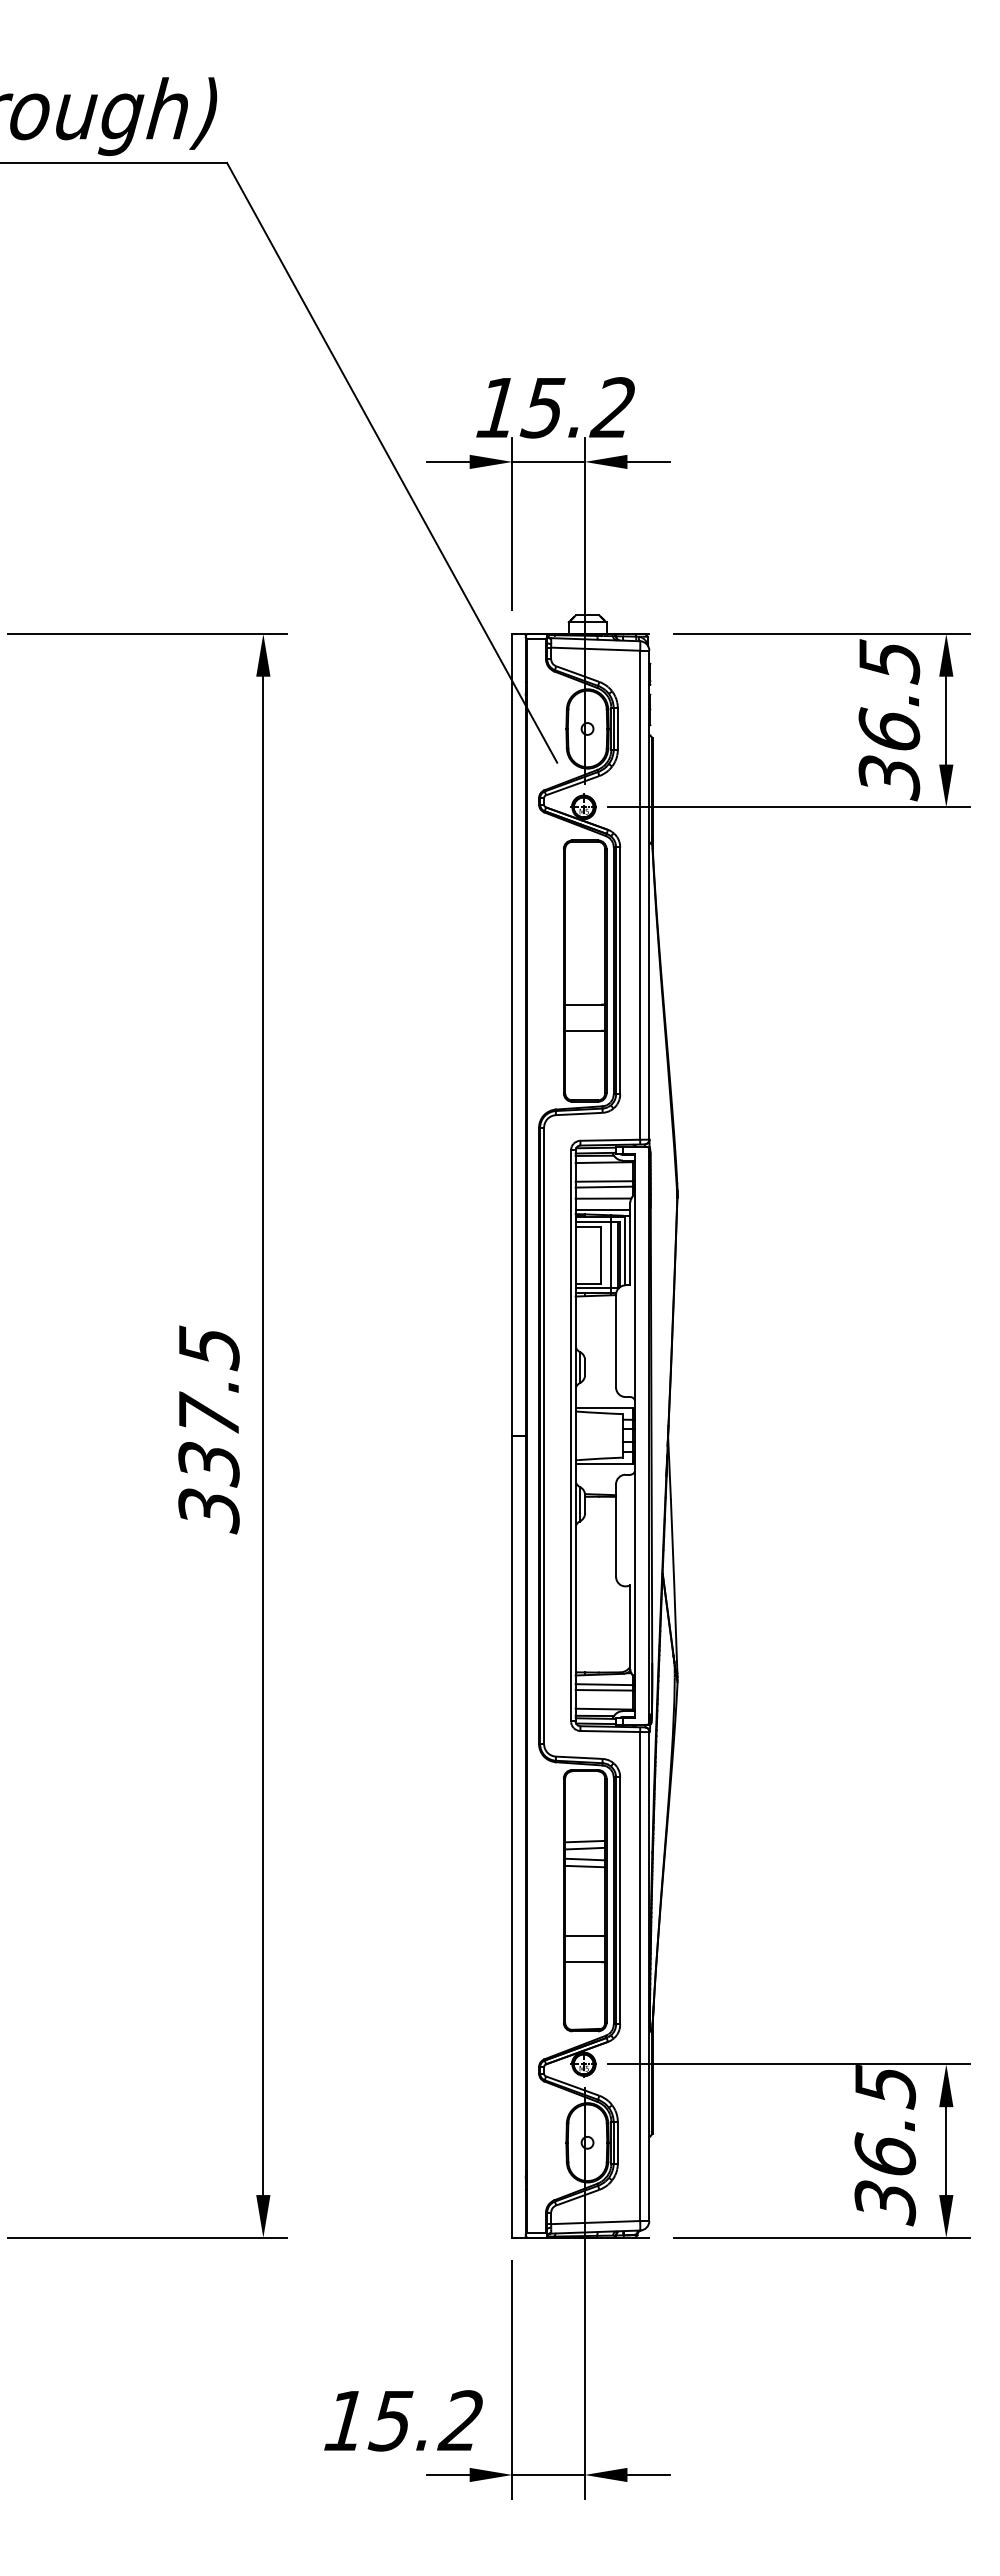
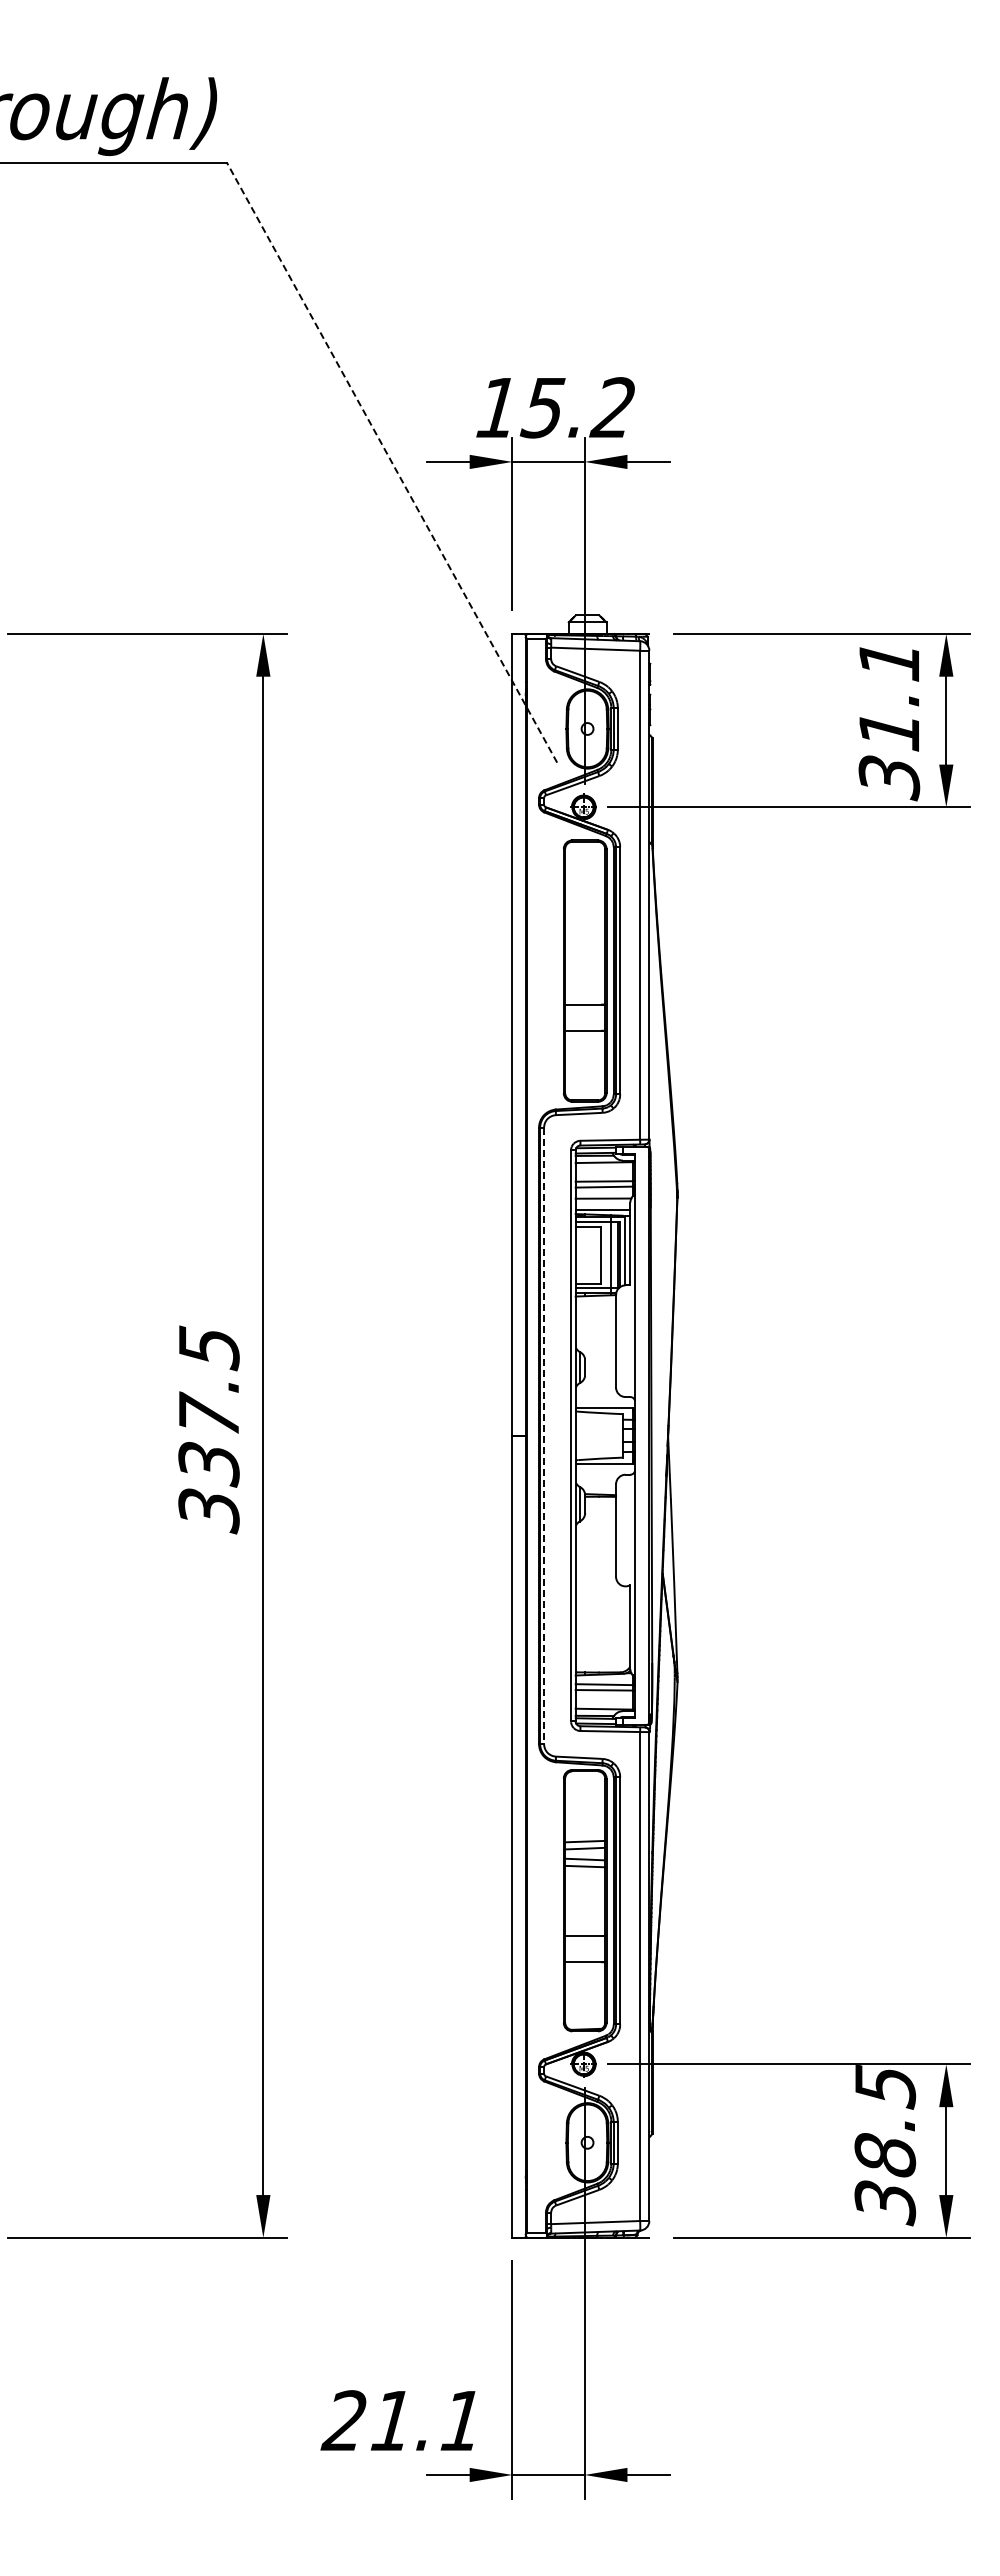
line at (391, 462): solid -> dashed
text at (889, 695): 36.5 -> 31.1
line at (544, 1436): solid -> dashed
text at (884, 2154): 36.5 -> 38.5
text at (401, 2420): 15.2 -> 21.1
